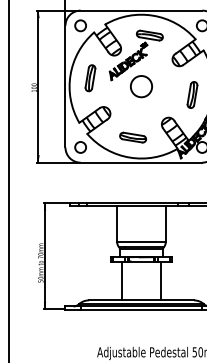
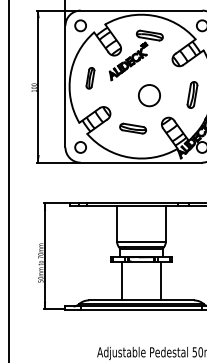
part at (90, 78) size: 13x29 px -> 11x23 px
circle at (141, 86) position: (141, 86) -> (149, 95)
part at (133, 137) position: (133, 137) -> (133, 128)
